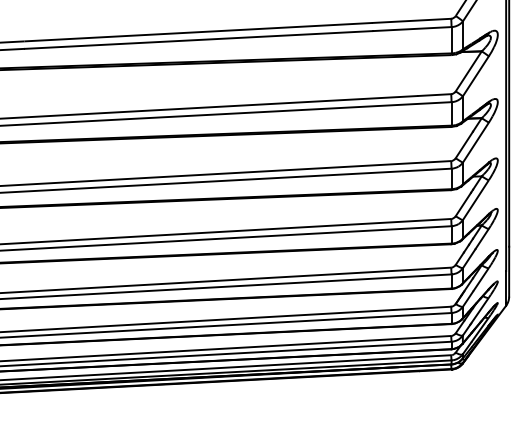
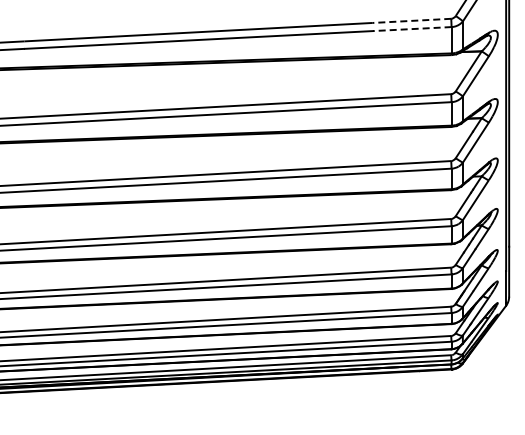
line at (411, 20): solid -> dashed
line at (411, 29): solid -> dashed
